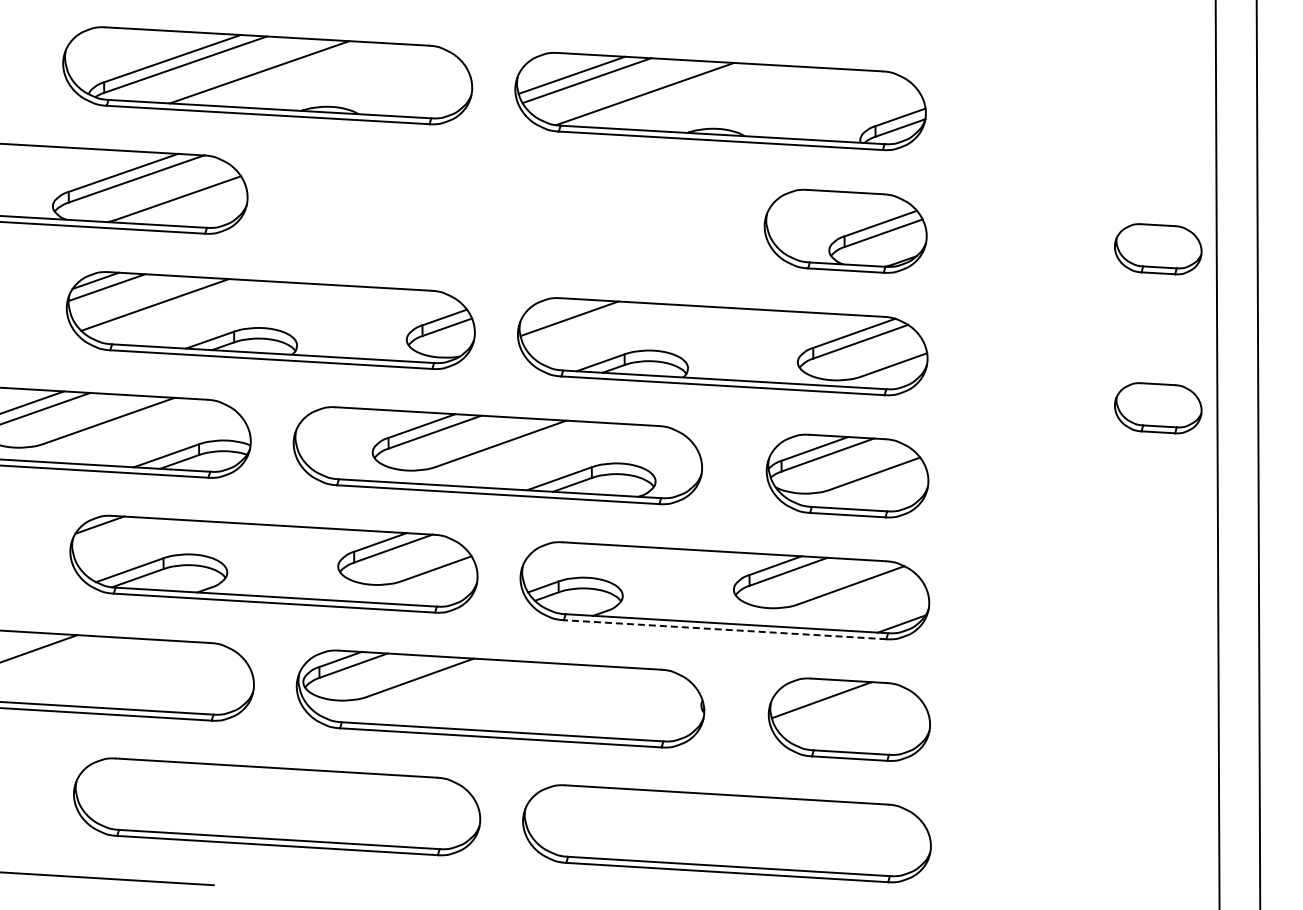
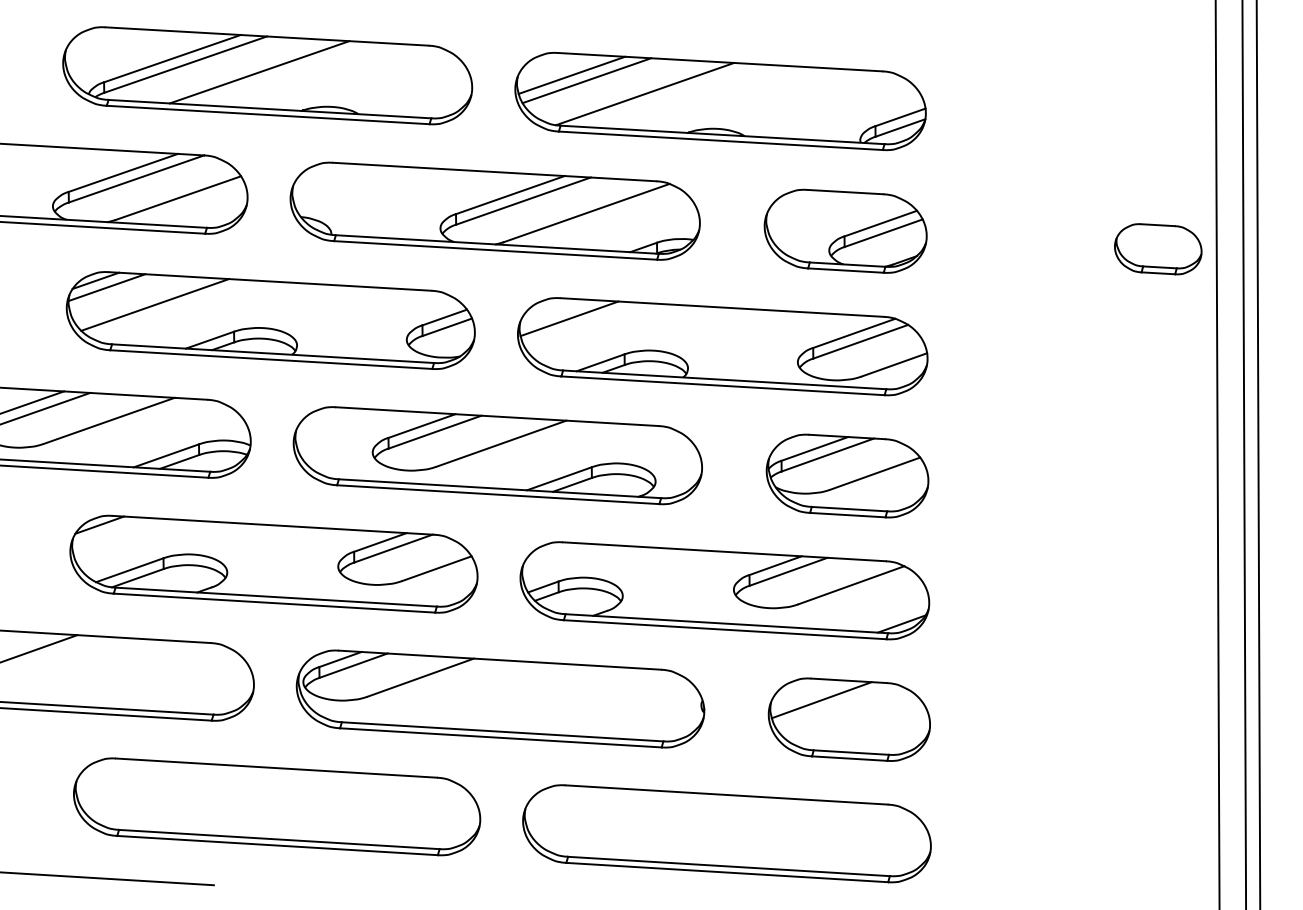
part at (494, 210): none -> present
part at (1158, 408): present -> none
line at (1244, 454): none -> present
line at (725, 629): dashed -> solid
